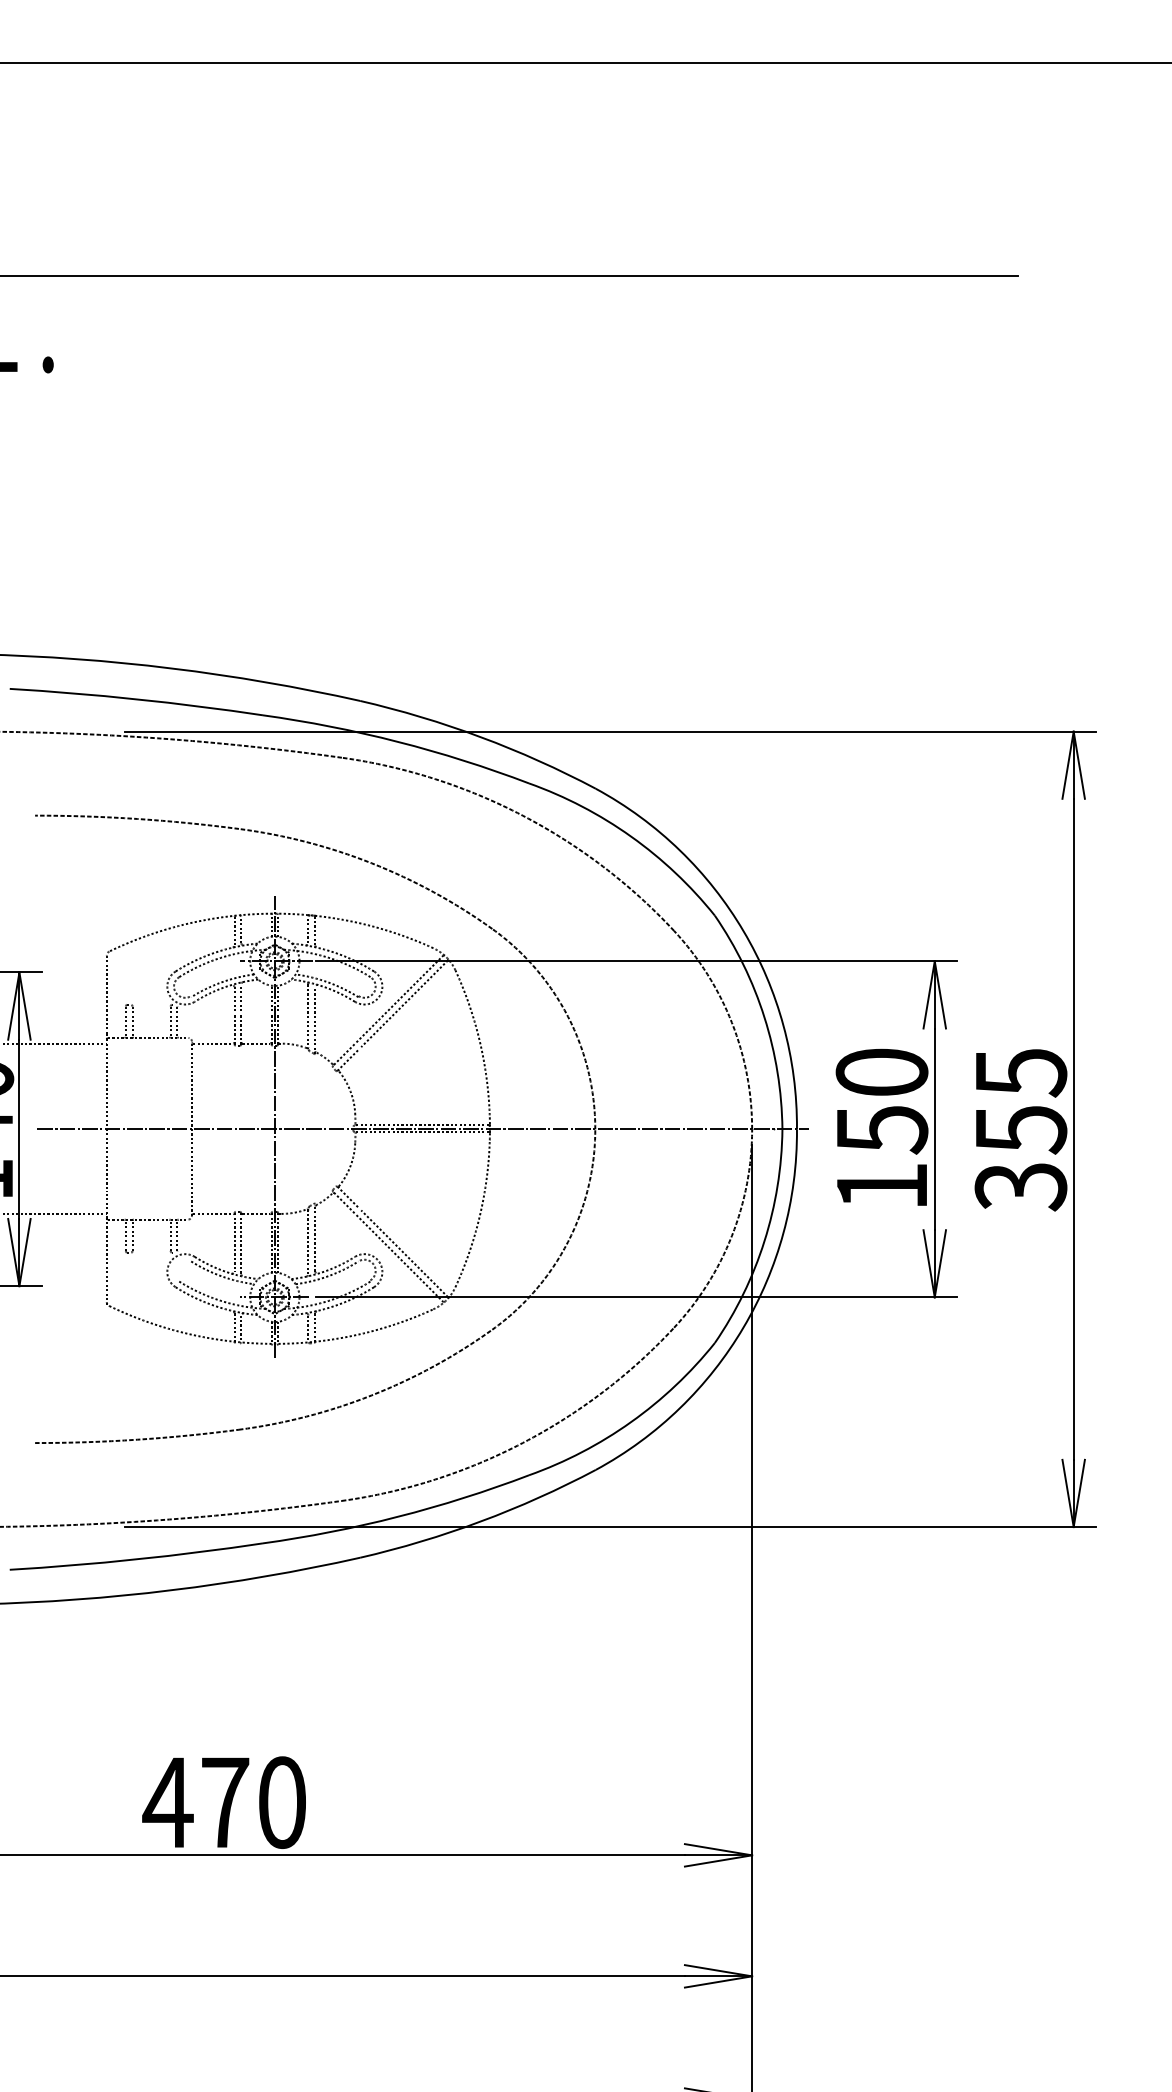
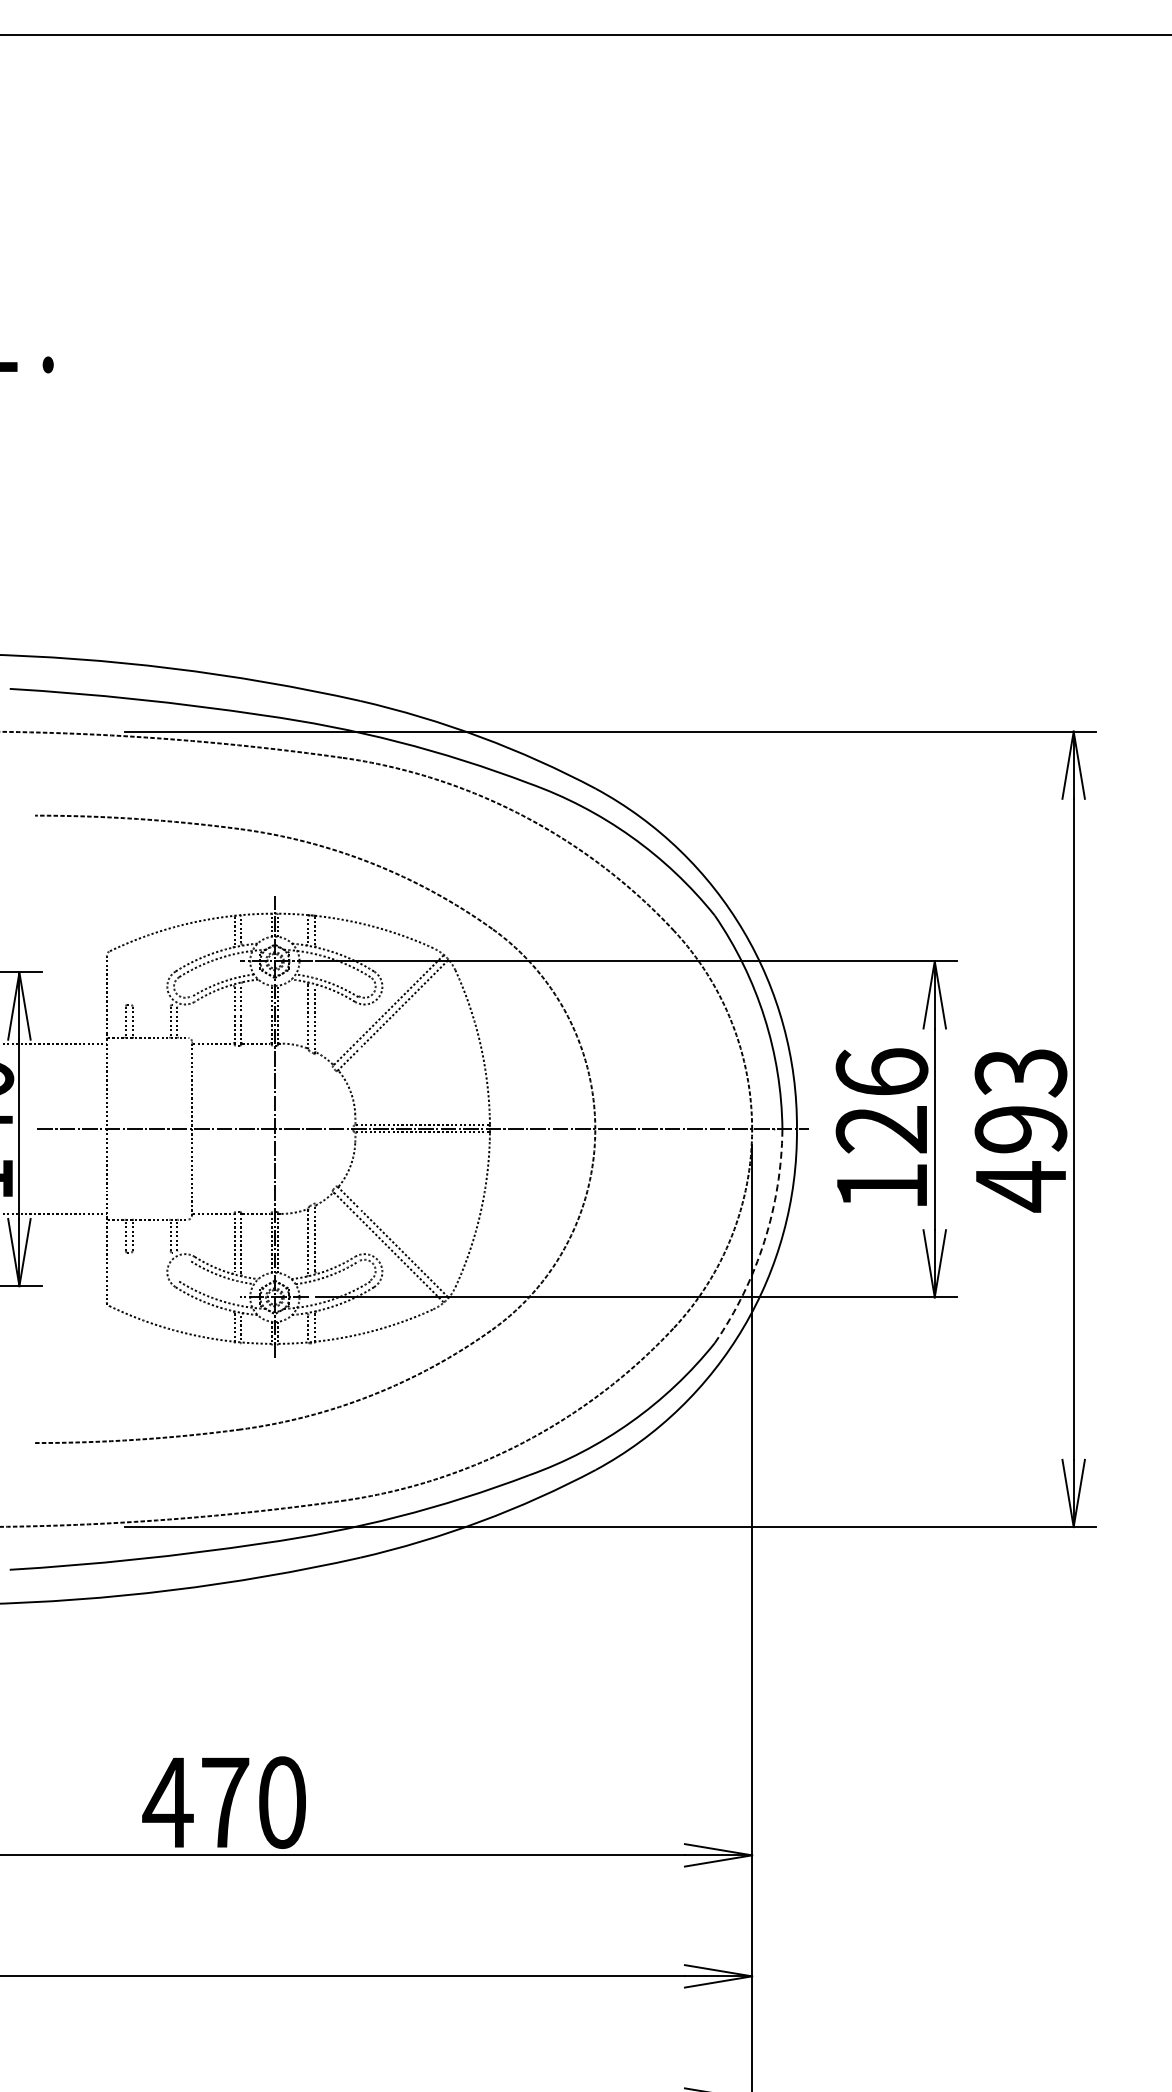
line at (585, 62) position: (585, 62) -> (585, 34)
line at (509, 275): present -> none
text at (881, 1101): 150 -> 126
text at (1020, 1130): 355 -> 493
arc at (764, 1241): solid -> dashed
